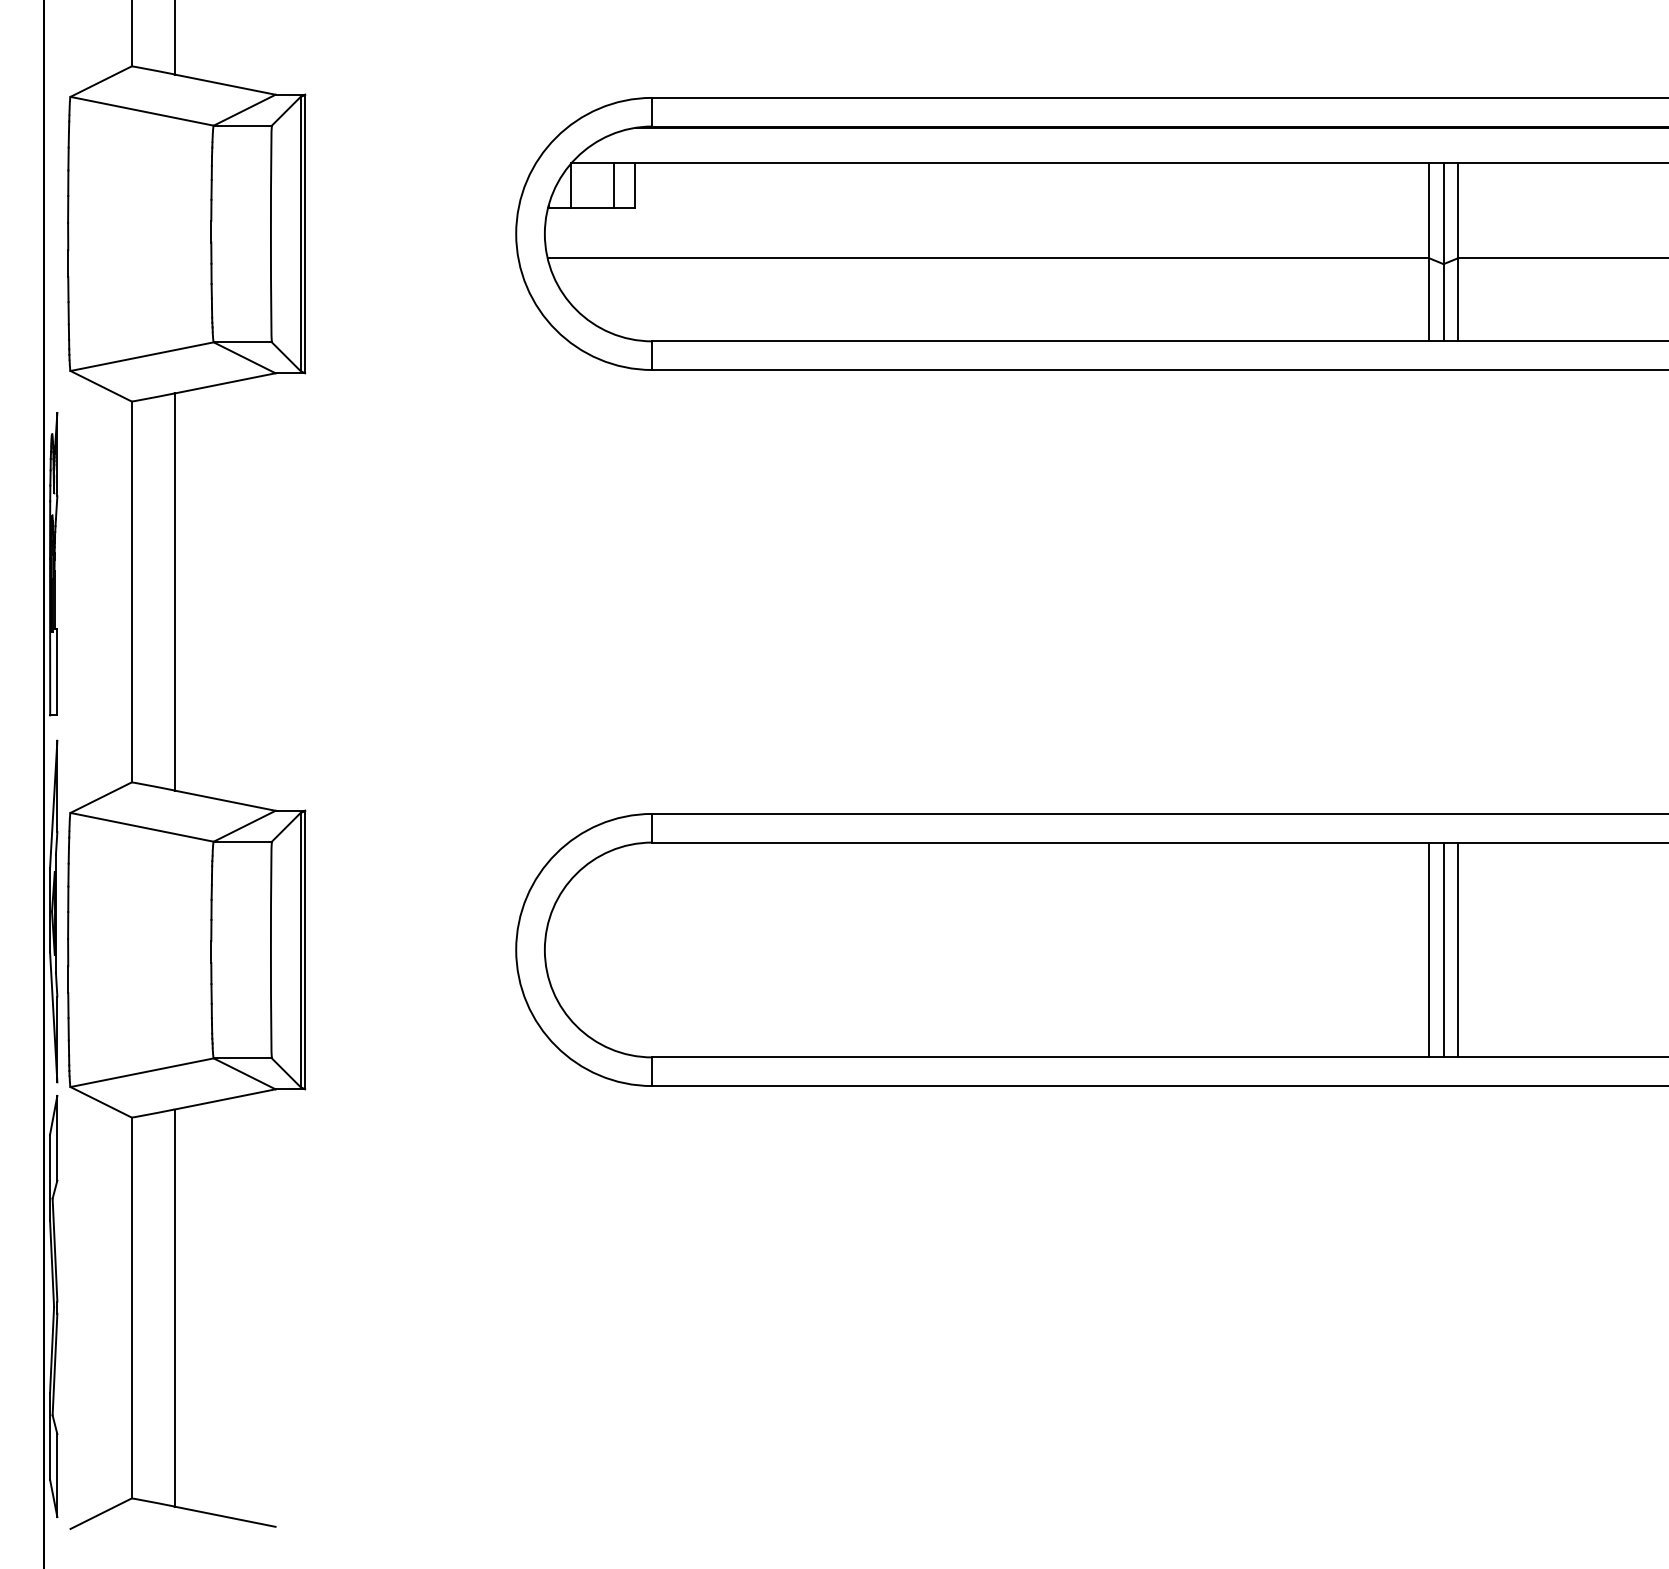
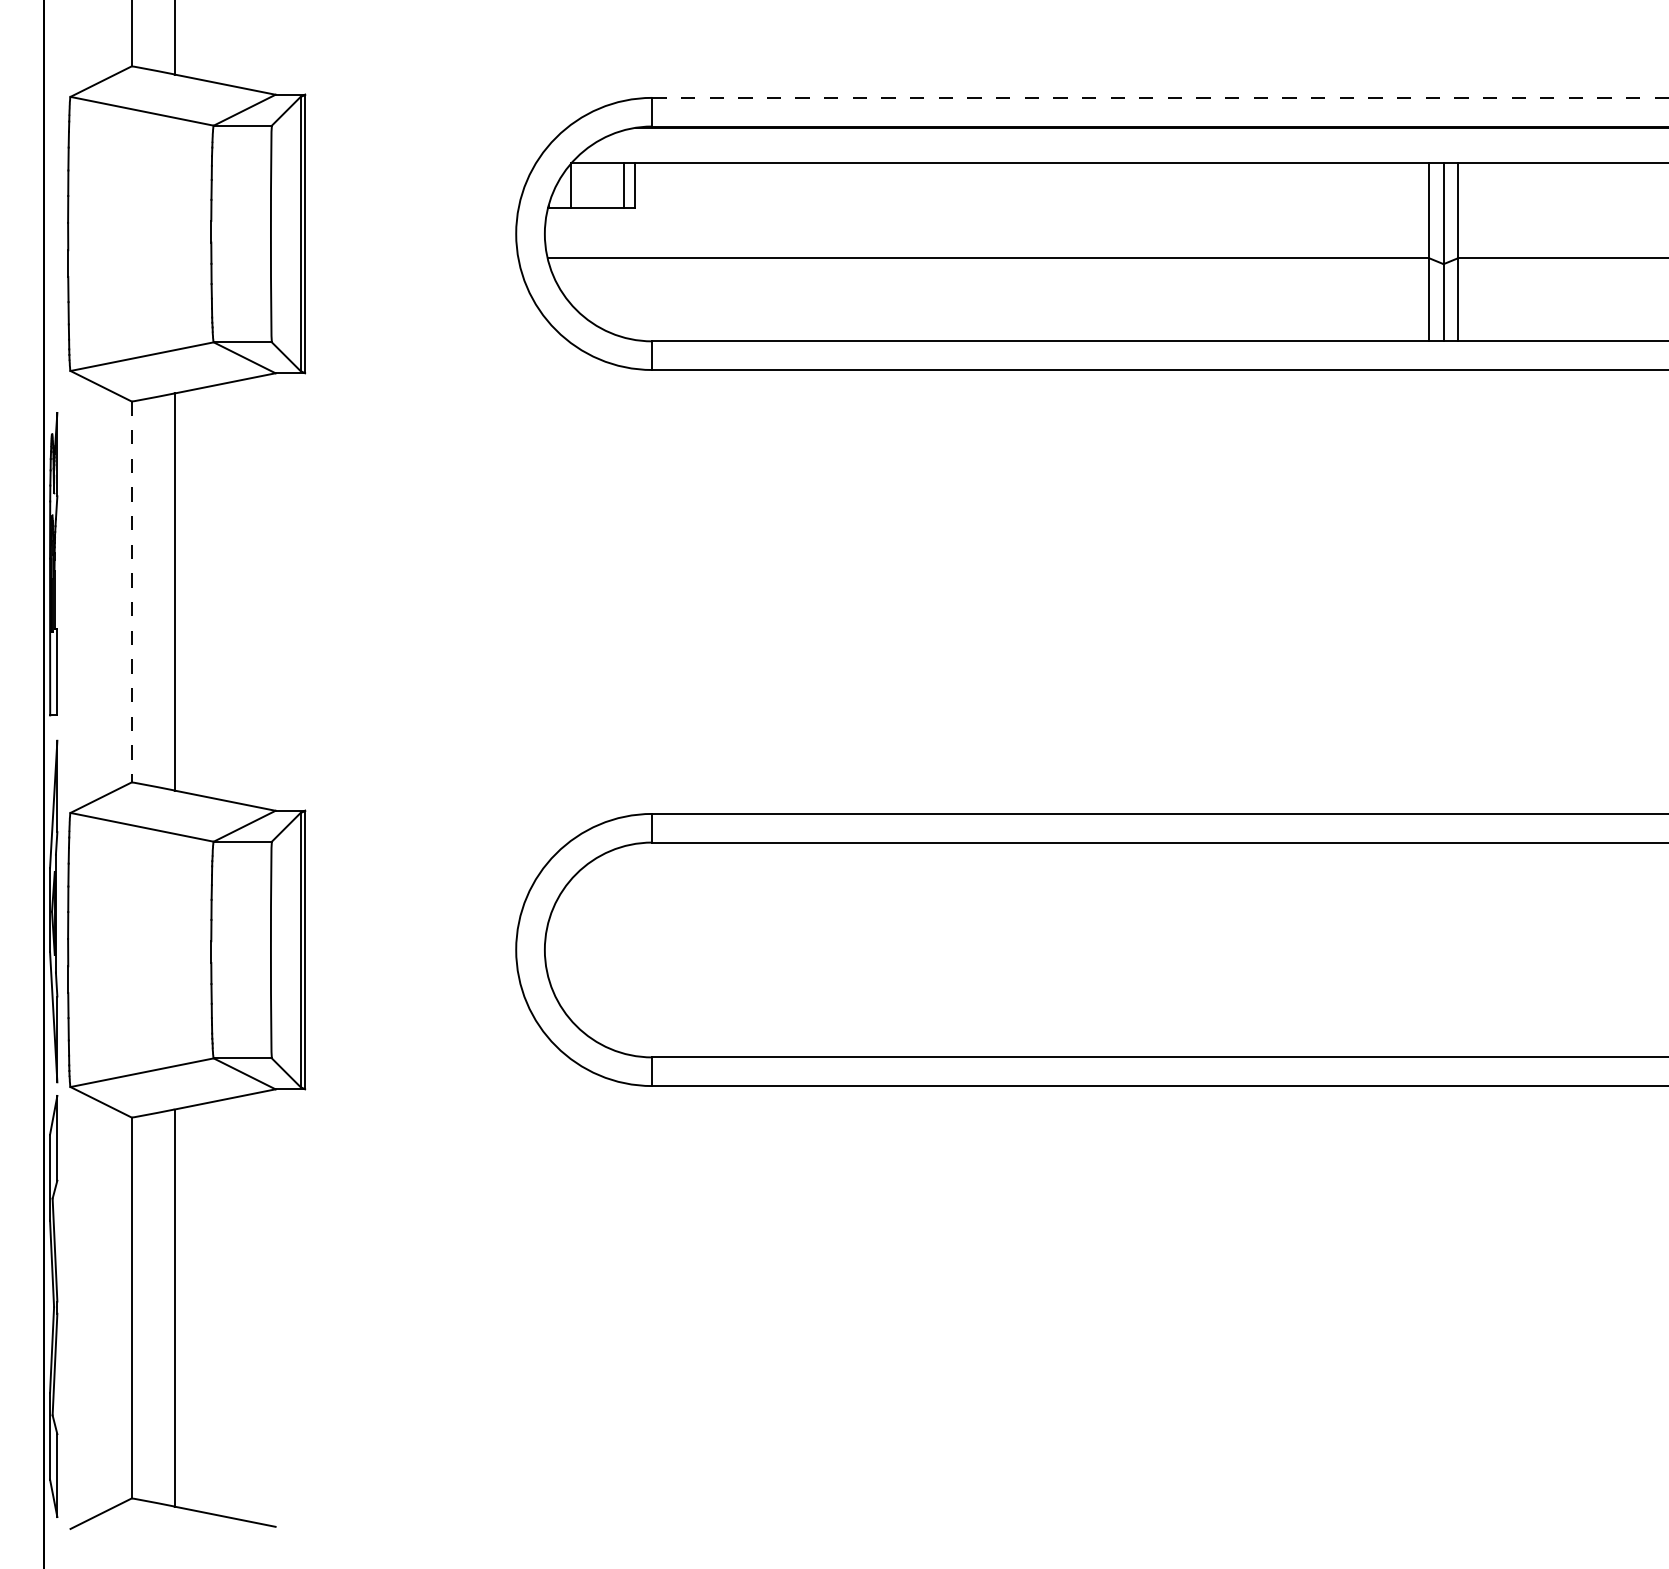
line at (1161, 97): solid -> dashed
line at (614, 185) position: (614, 185) -> (624, 185)
line at (131, 592): solid -> dashed
line at (1429, 949): present -> none
line at (1443, 949): present -> none
line at (1457, 949): present -> none
